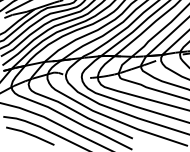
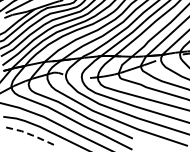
line at (31, 134): solid -> dashed
